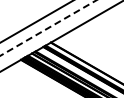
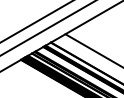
line at (48, 28): dashed -> solid
line at (92, 49): none -> present
